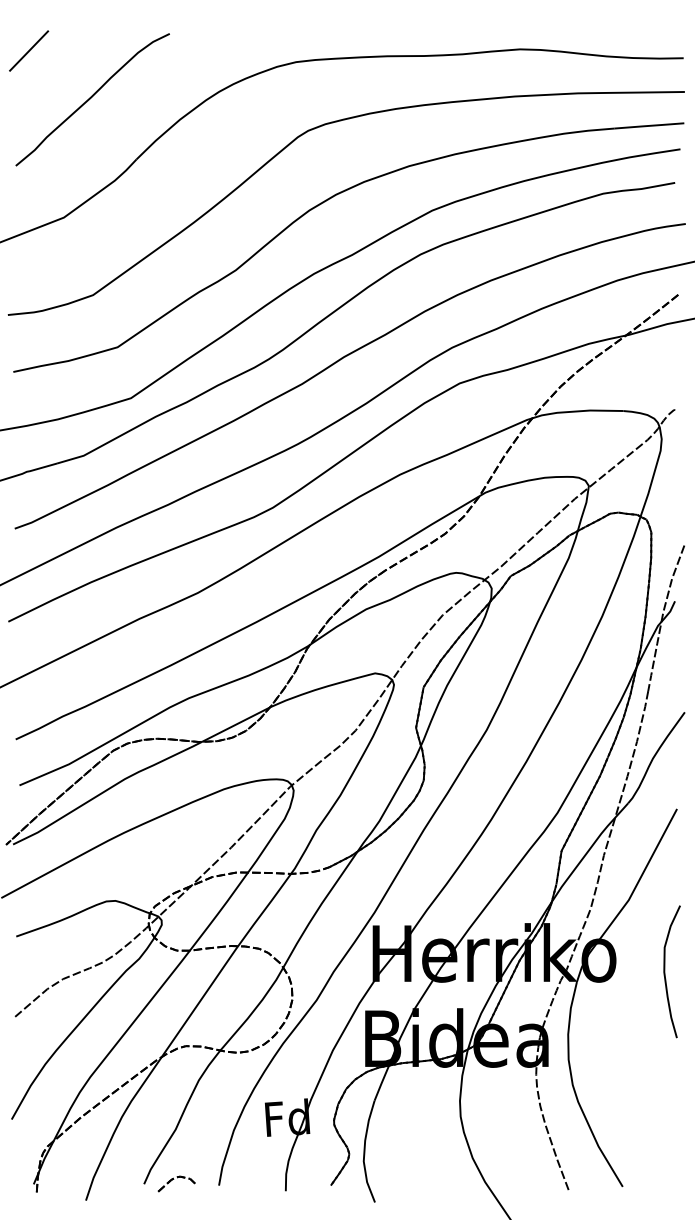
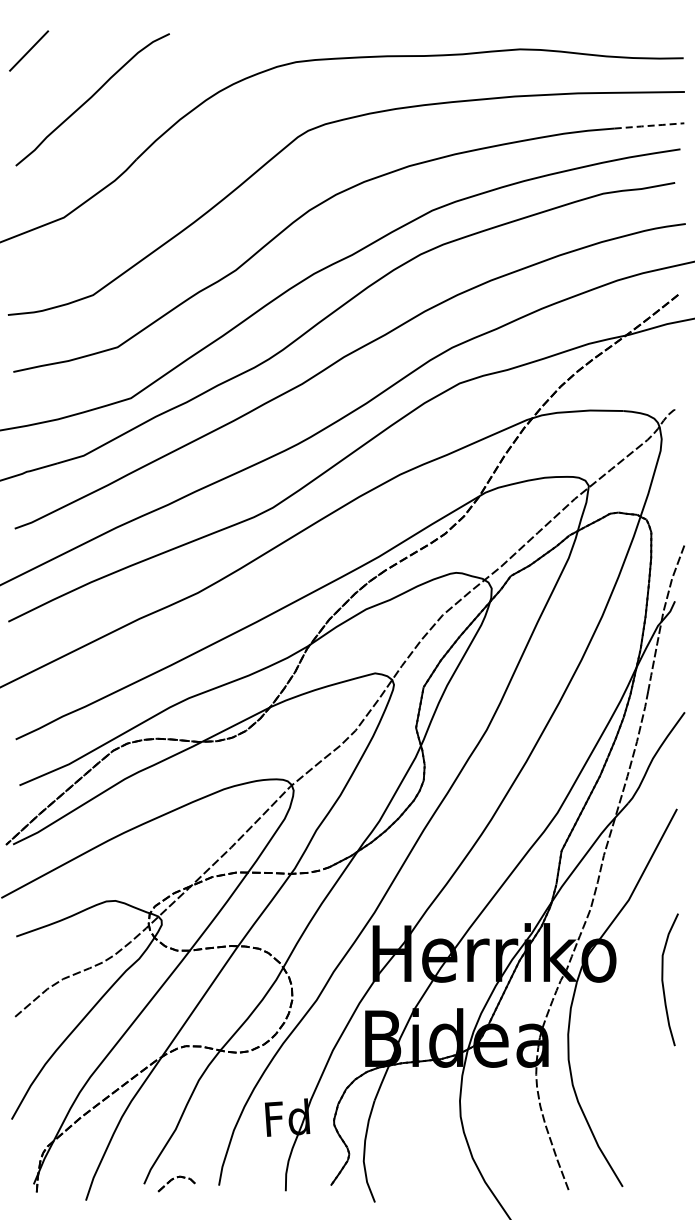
line at (650, 125): solid -> dashed
curve at (665, 971) position: (665, 971) -> (663, 979)
